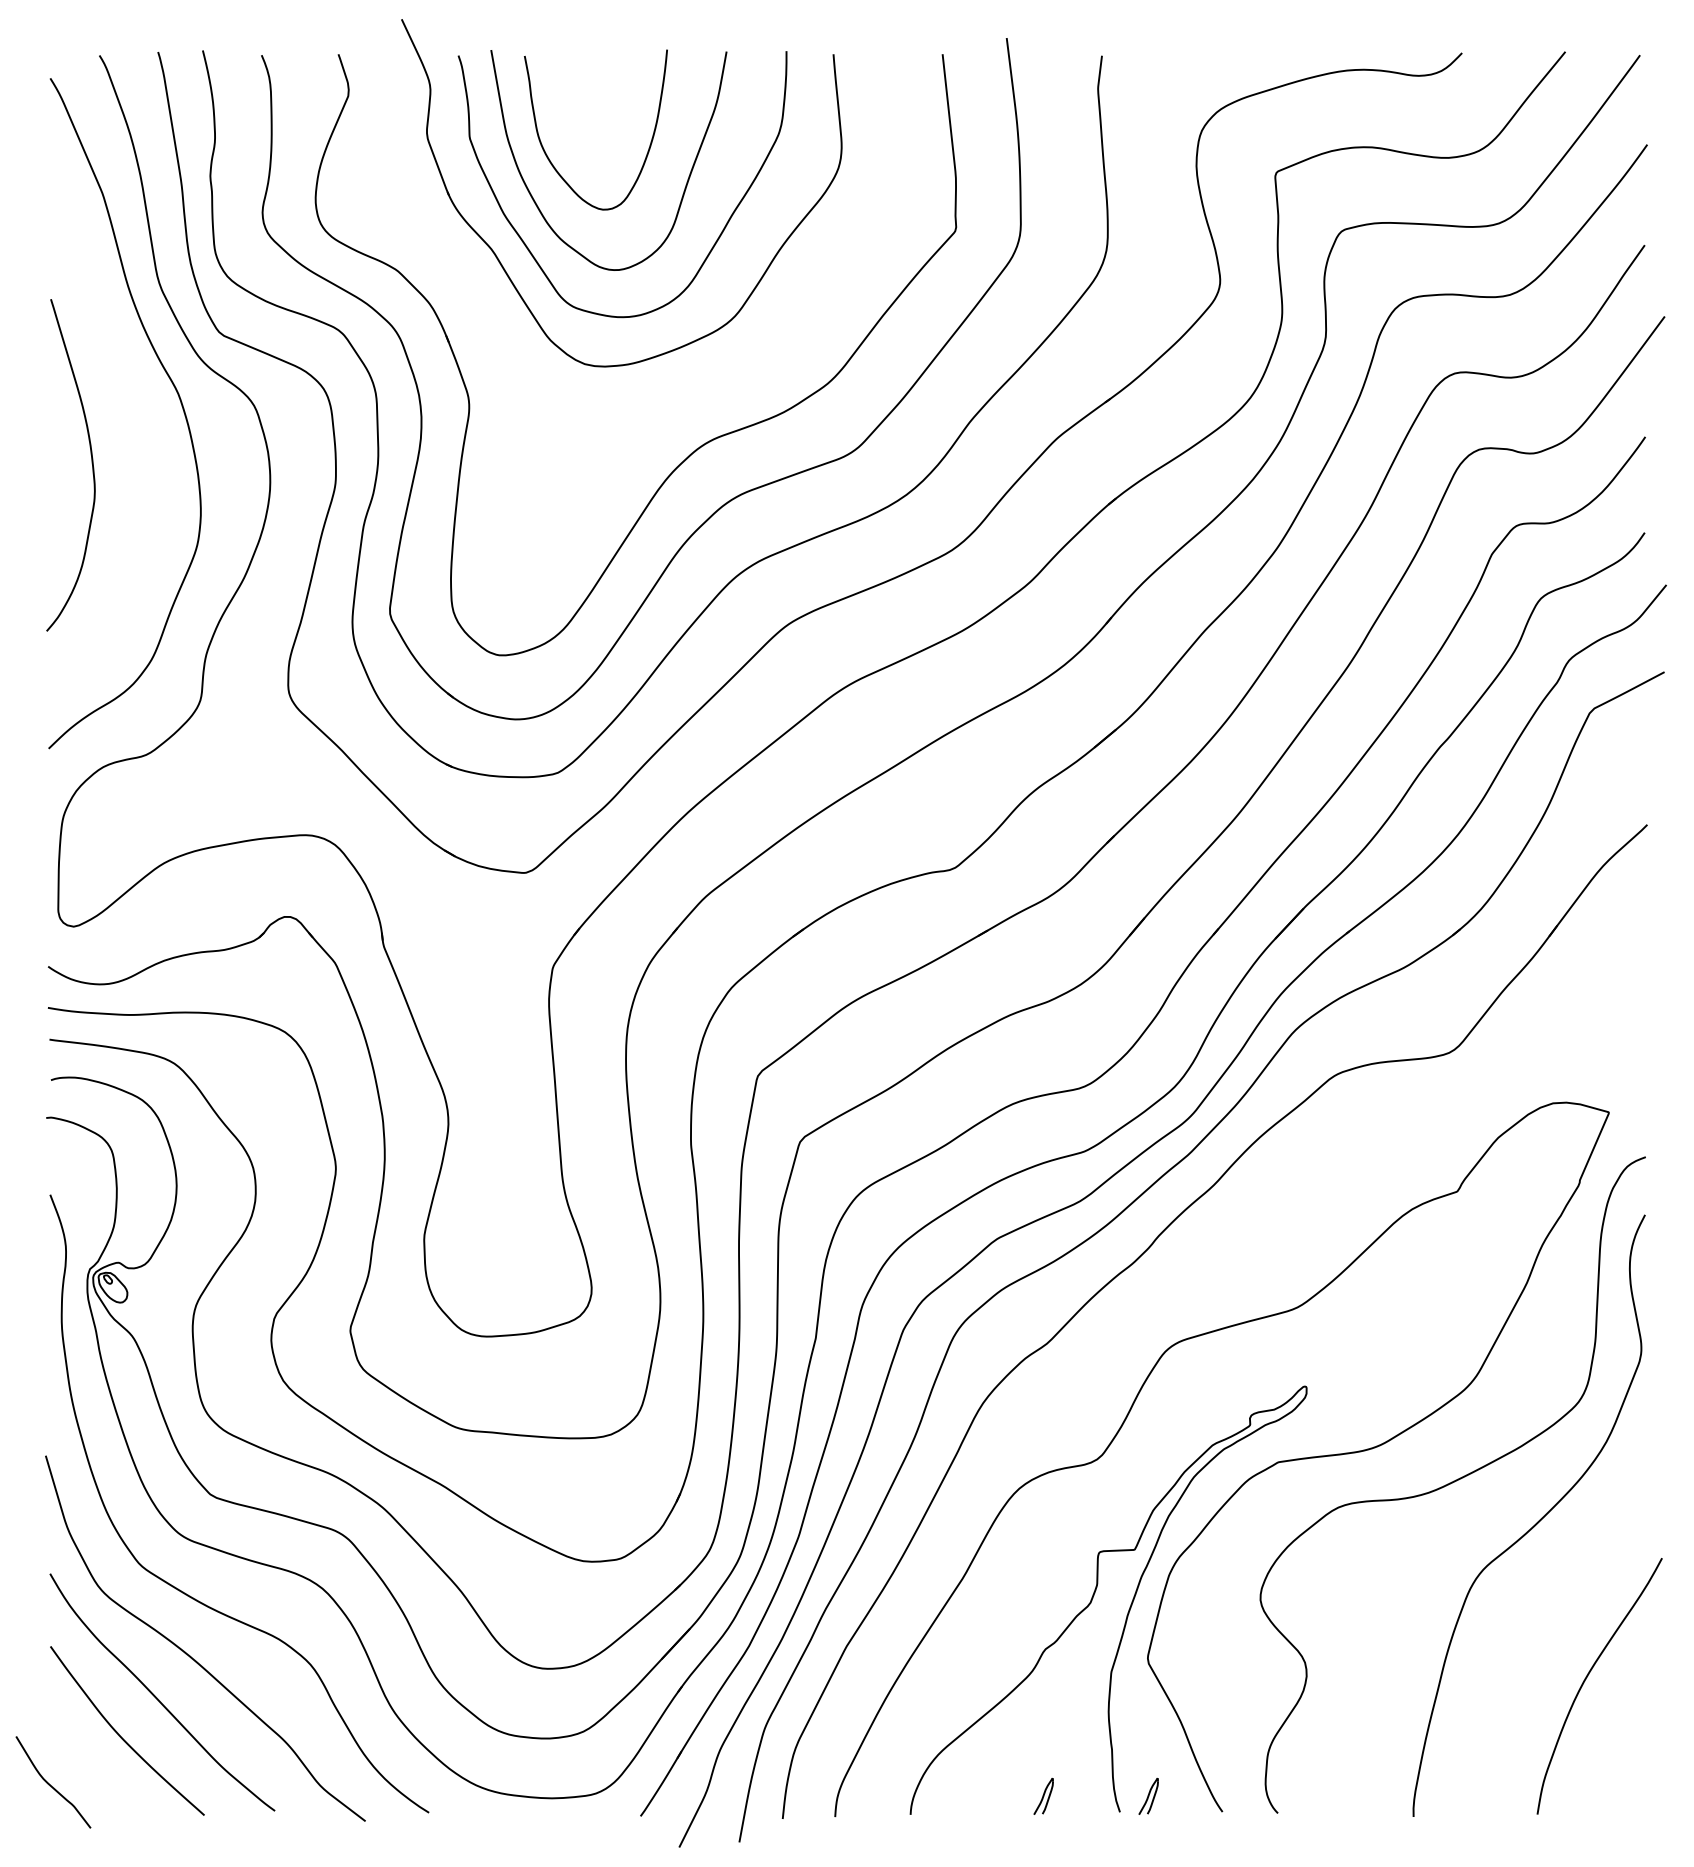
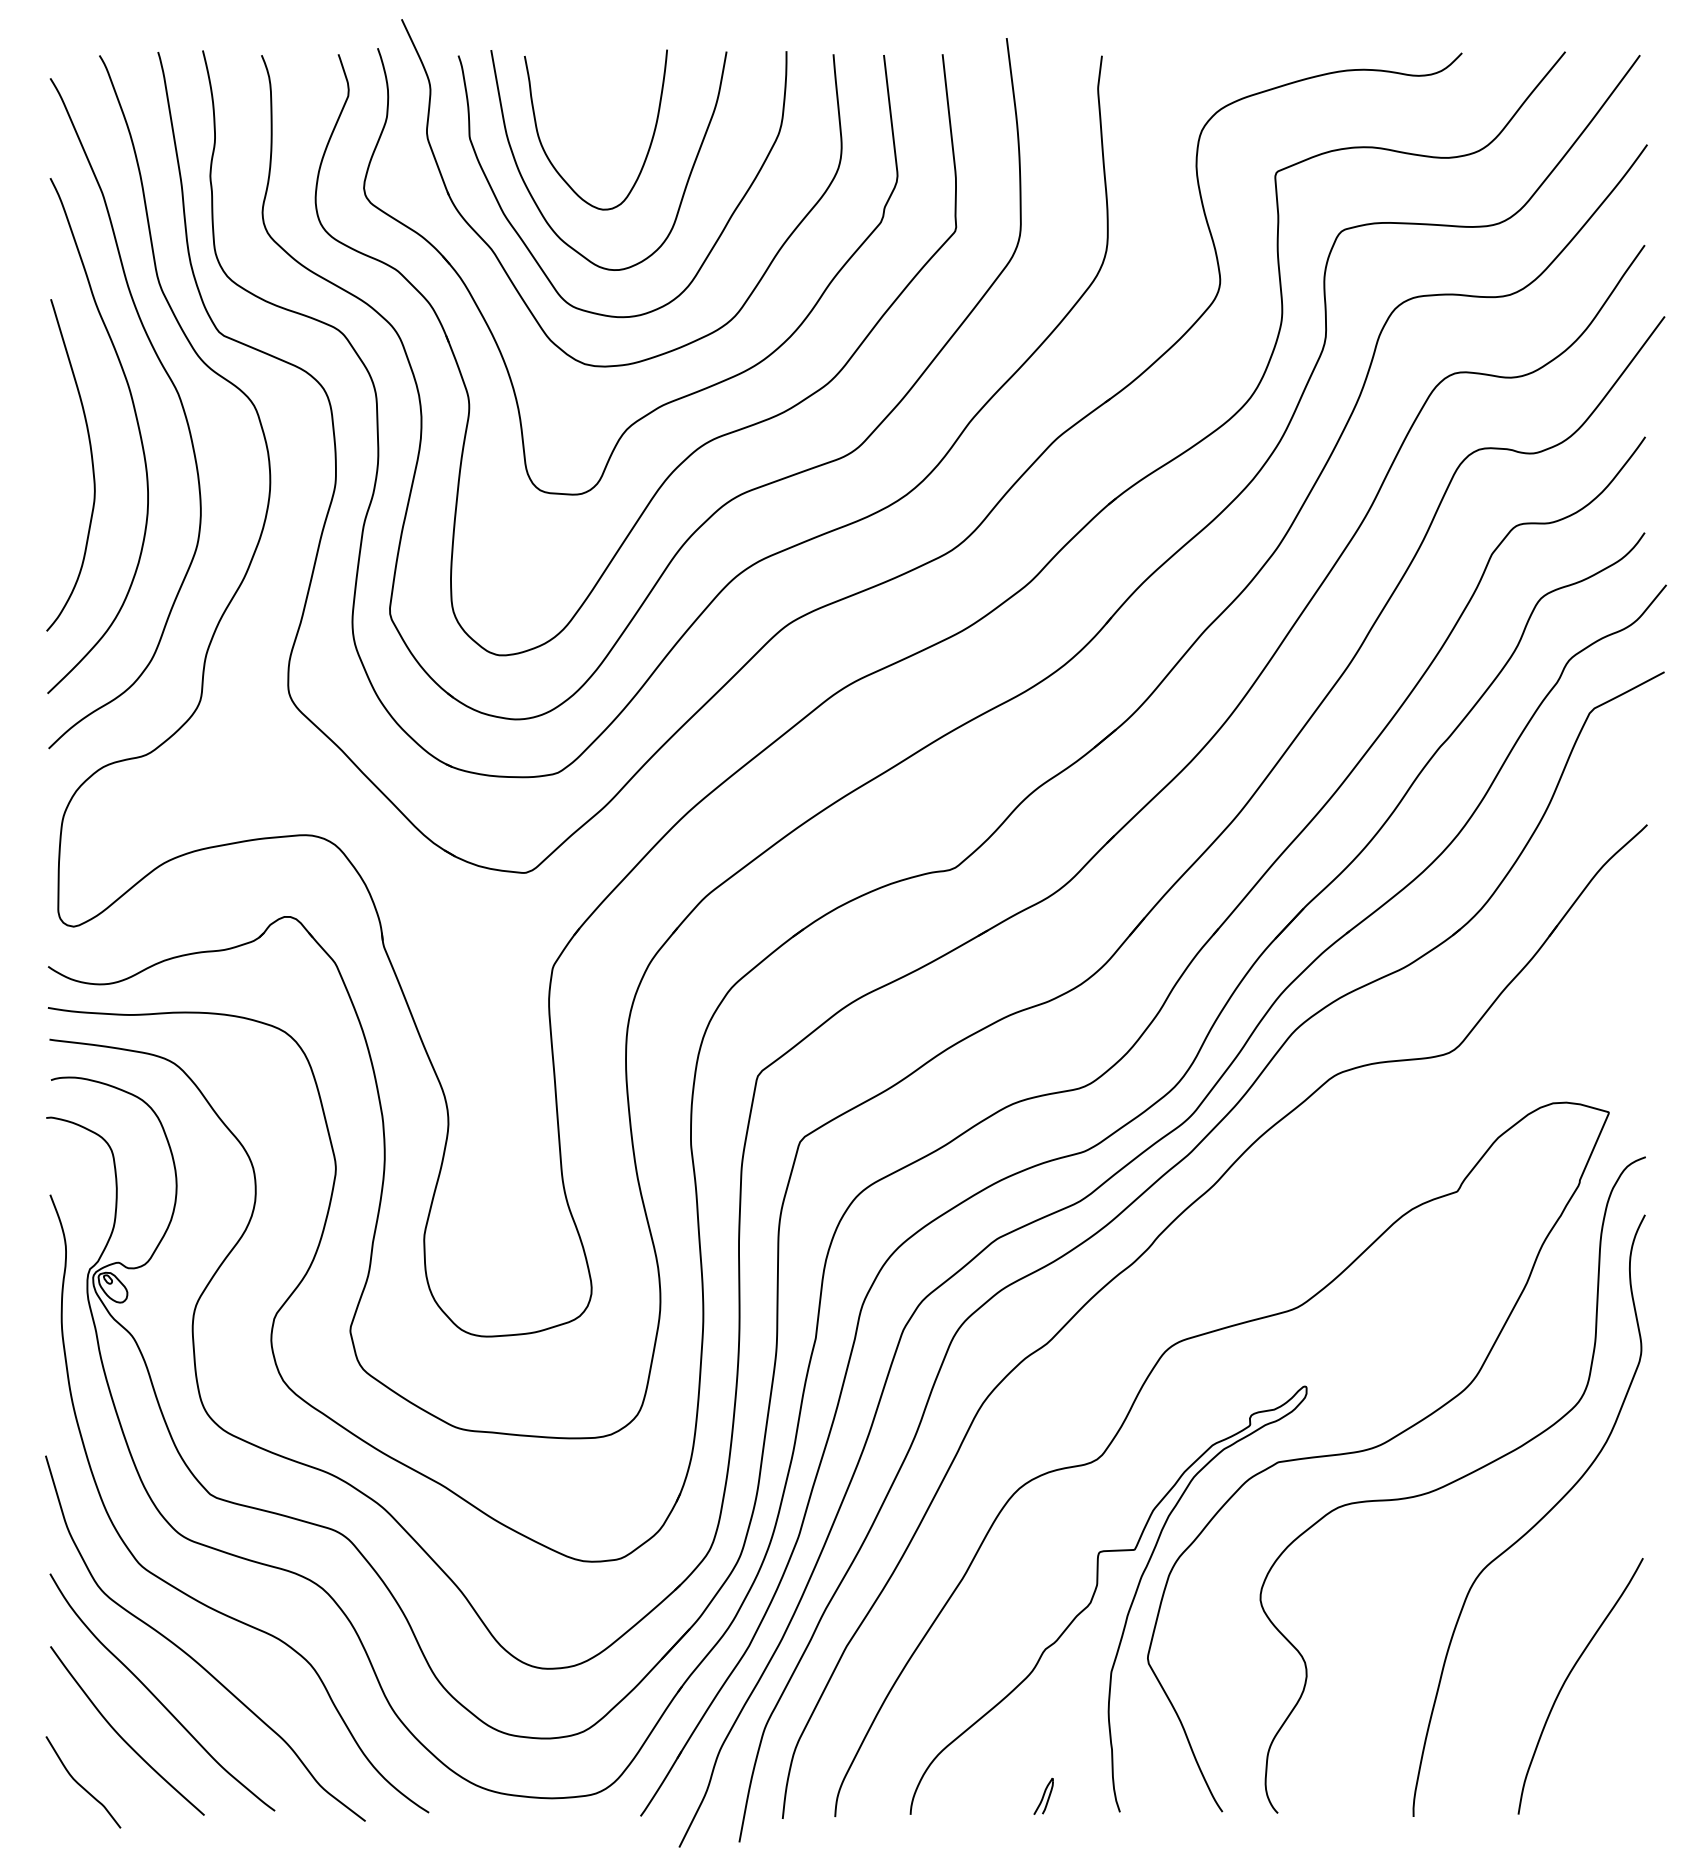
part at (676, 398): none -> present
curve at (137, 426): none -> present
curve at (1586, 1679) position: (1586, 1679) -> (1567, 1679)
curve at (50, 1784) position: (50, 1784) -> (80, 1784)
part at (1148, 1795): present -> none
